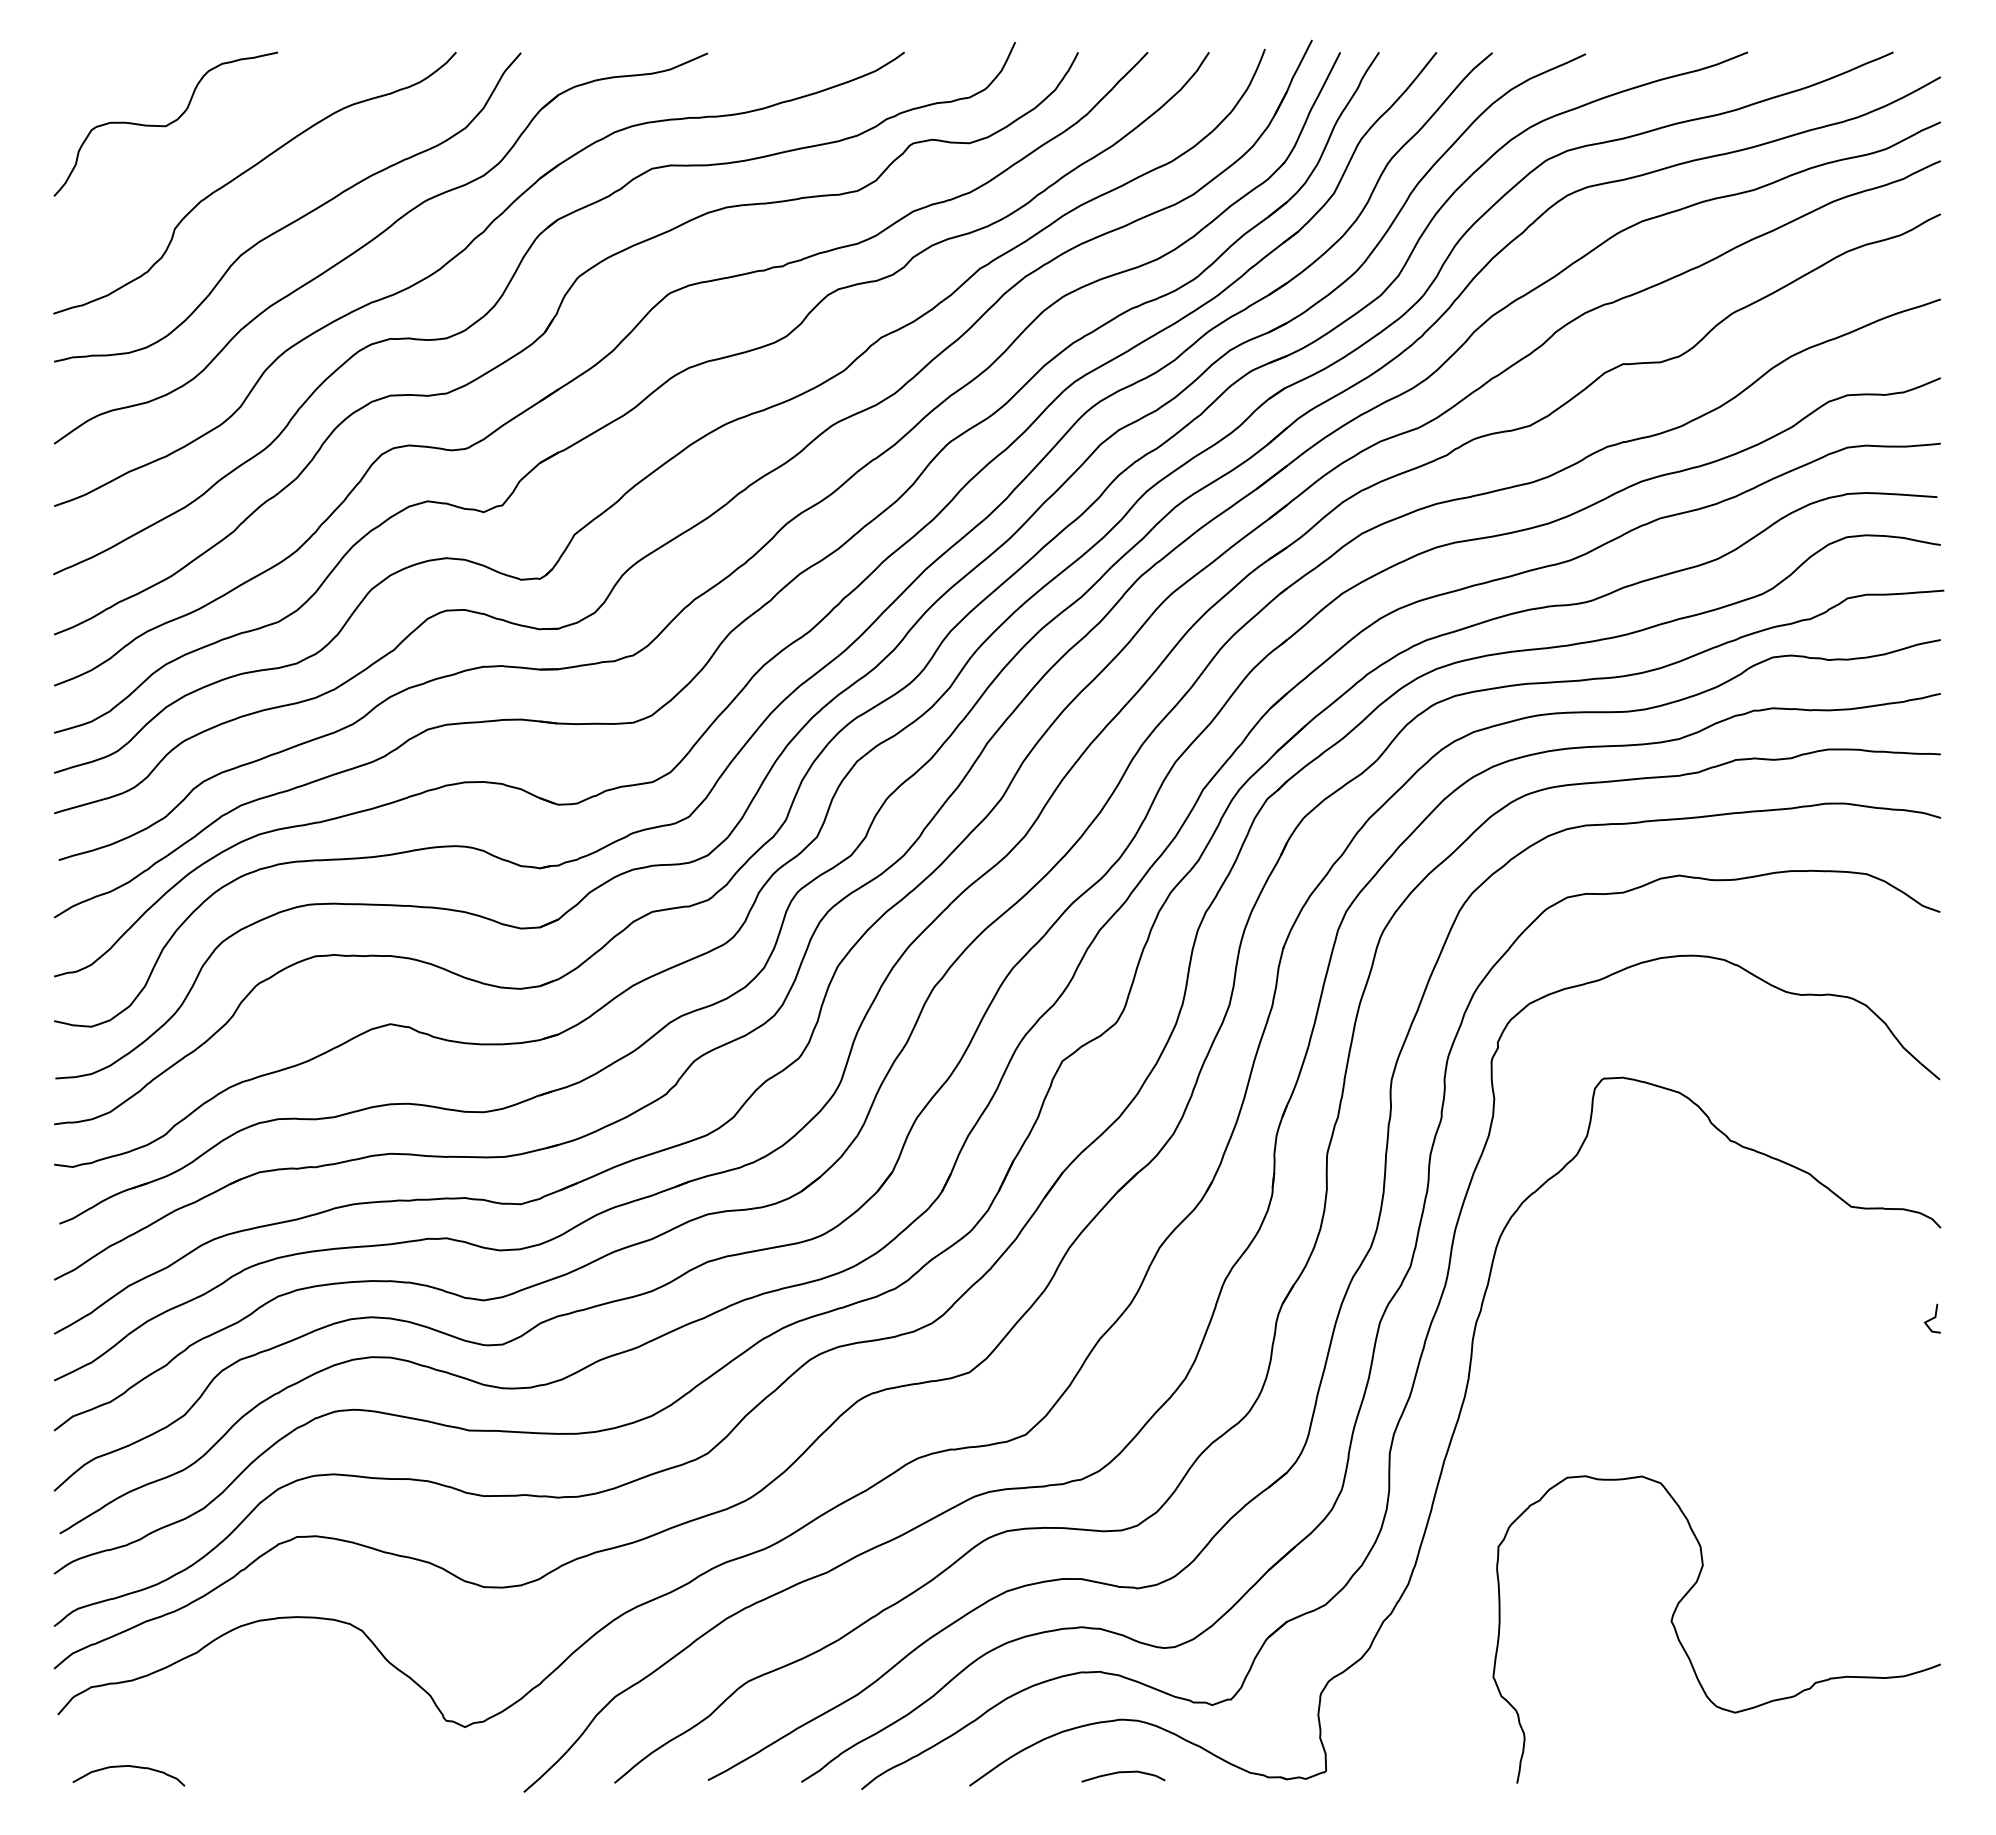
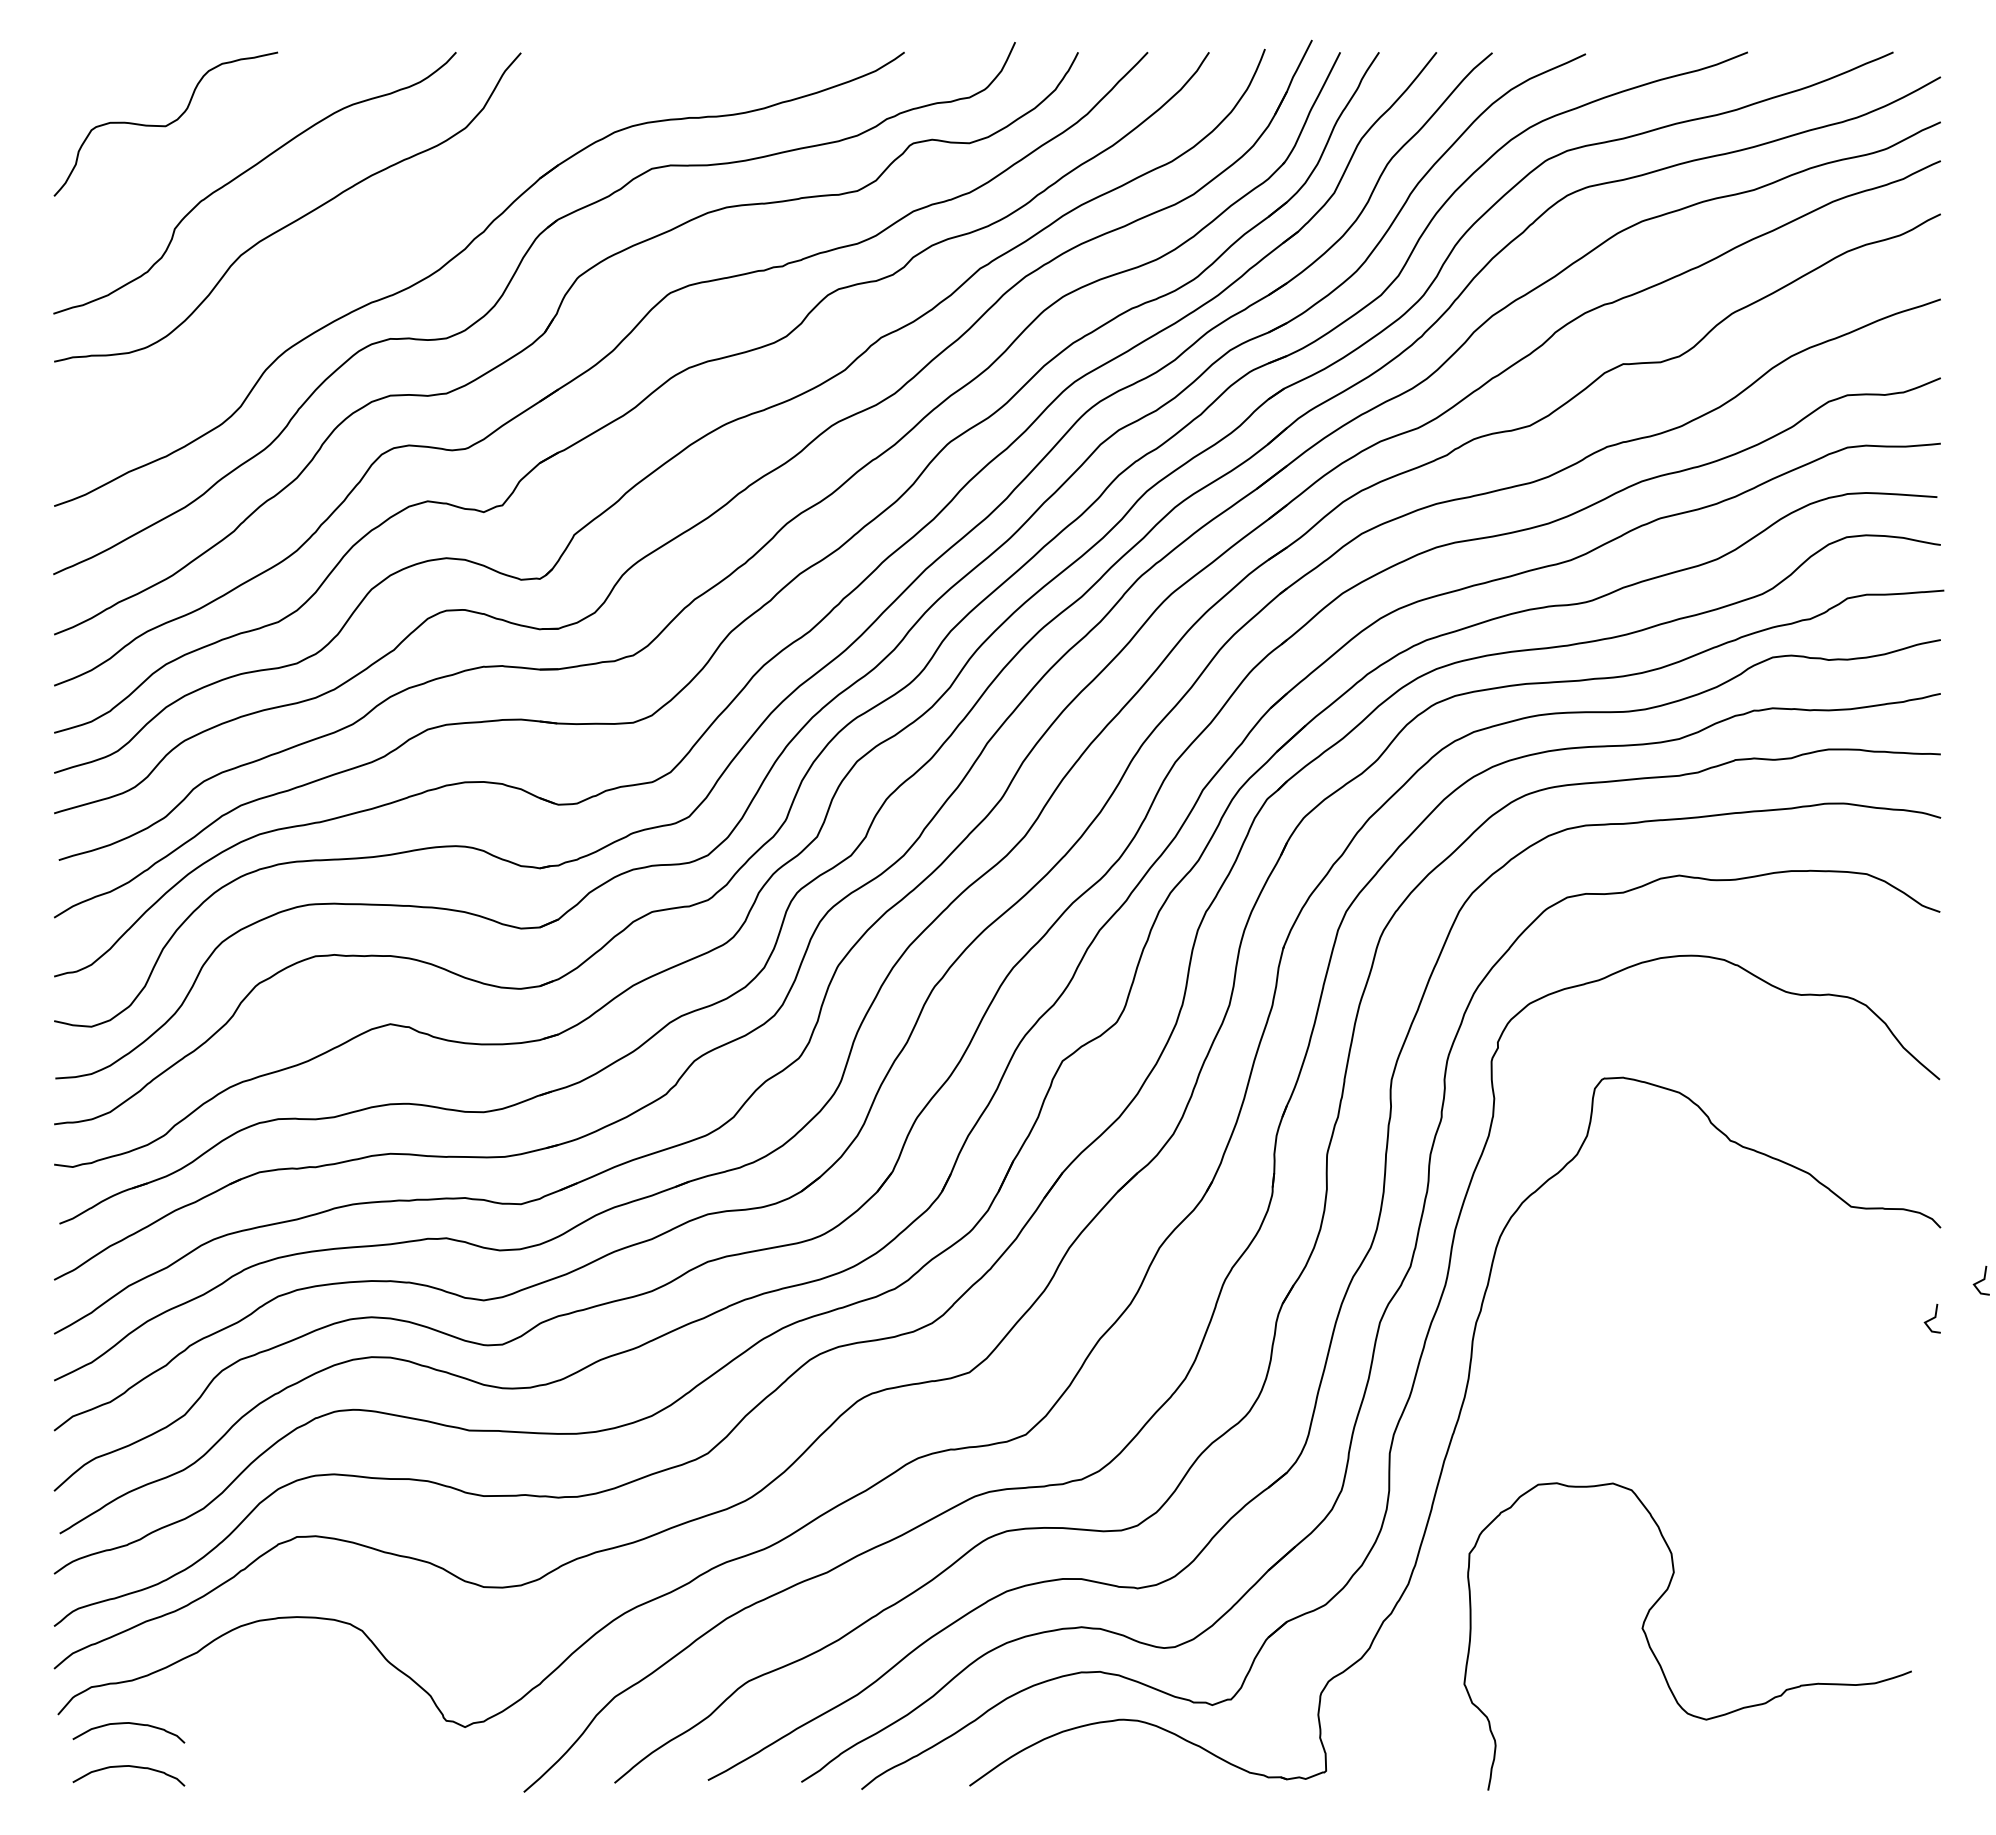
part at (373, 240): present -> none
line at (1980, 1280): none -> present
curve at (1684, 1647) position: (1684, 1647) -> (1655, 1654)
curve at (130, 1724): none -> present
curve at (1122, 1773): present -> none
